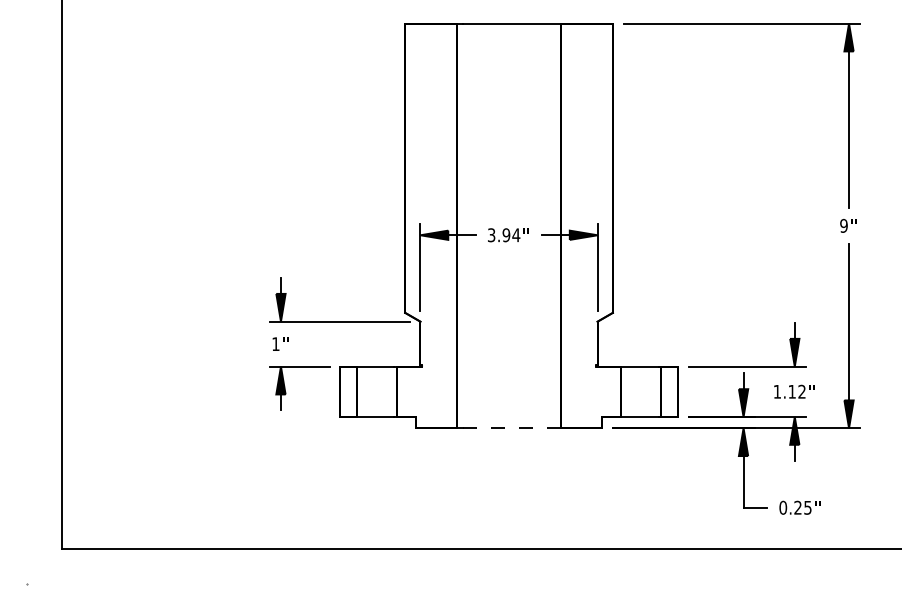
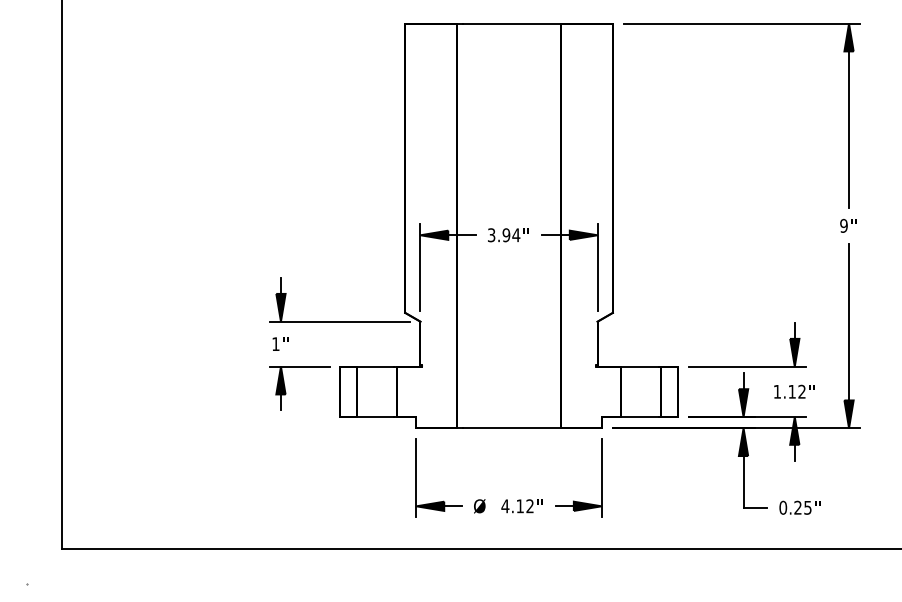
line at (512, 428): dashed -> solid
part at (507, 499): none -> present
